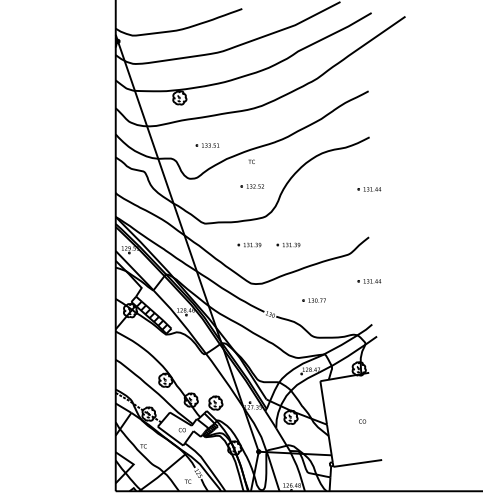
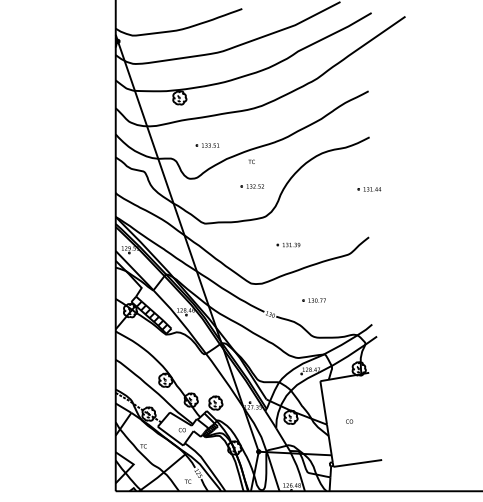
part at (249, 244): present -> none
part at (369, 281): present -> none
text at (362, 421) position: (362, 421) -> (349, 421)
